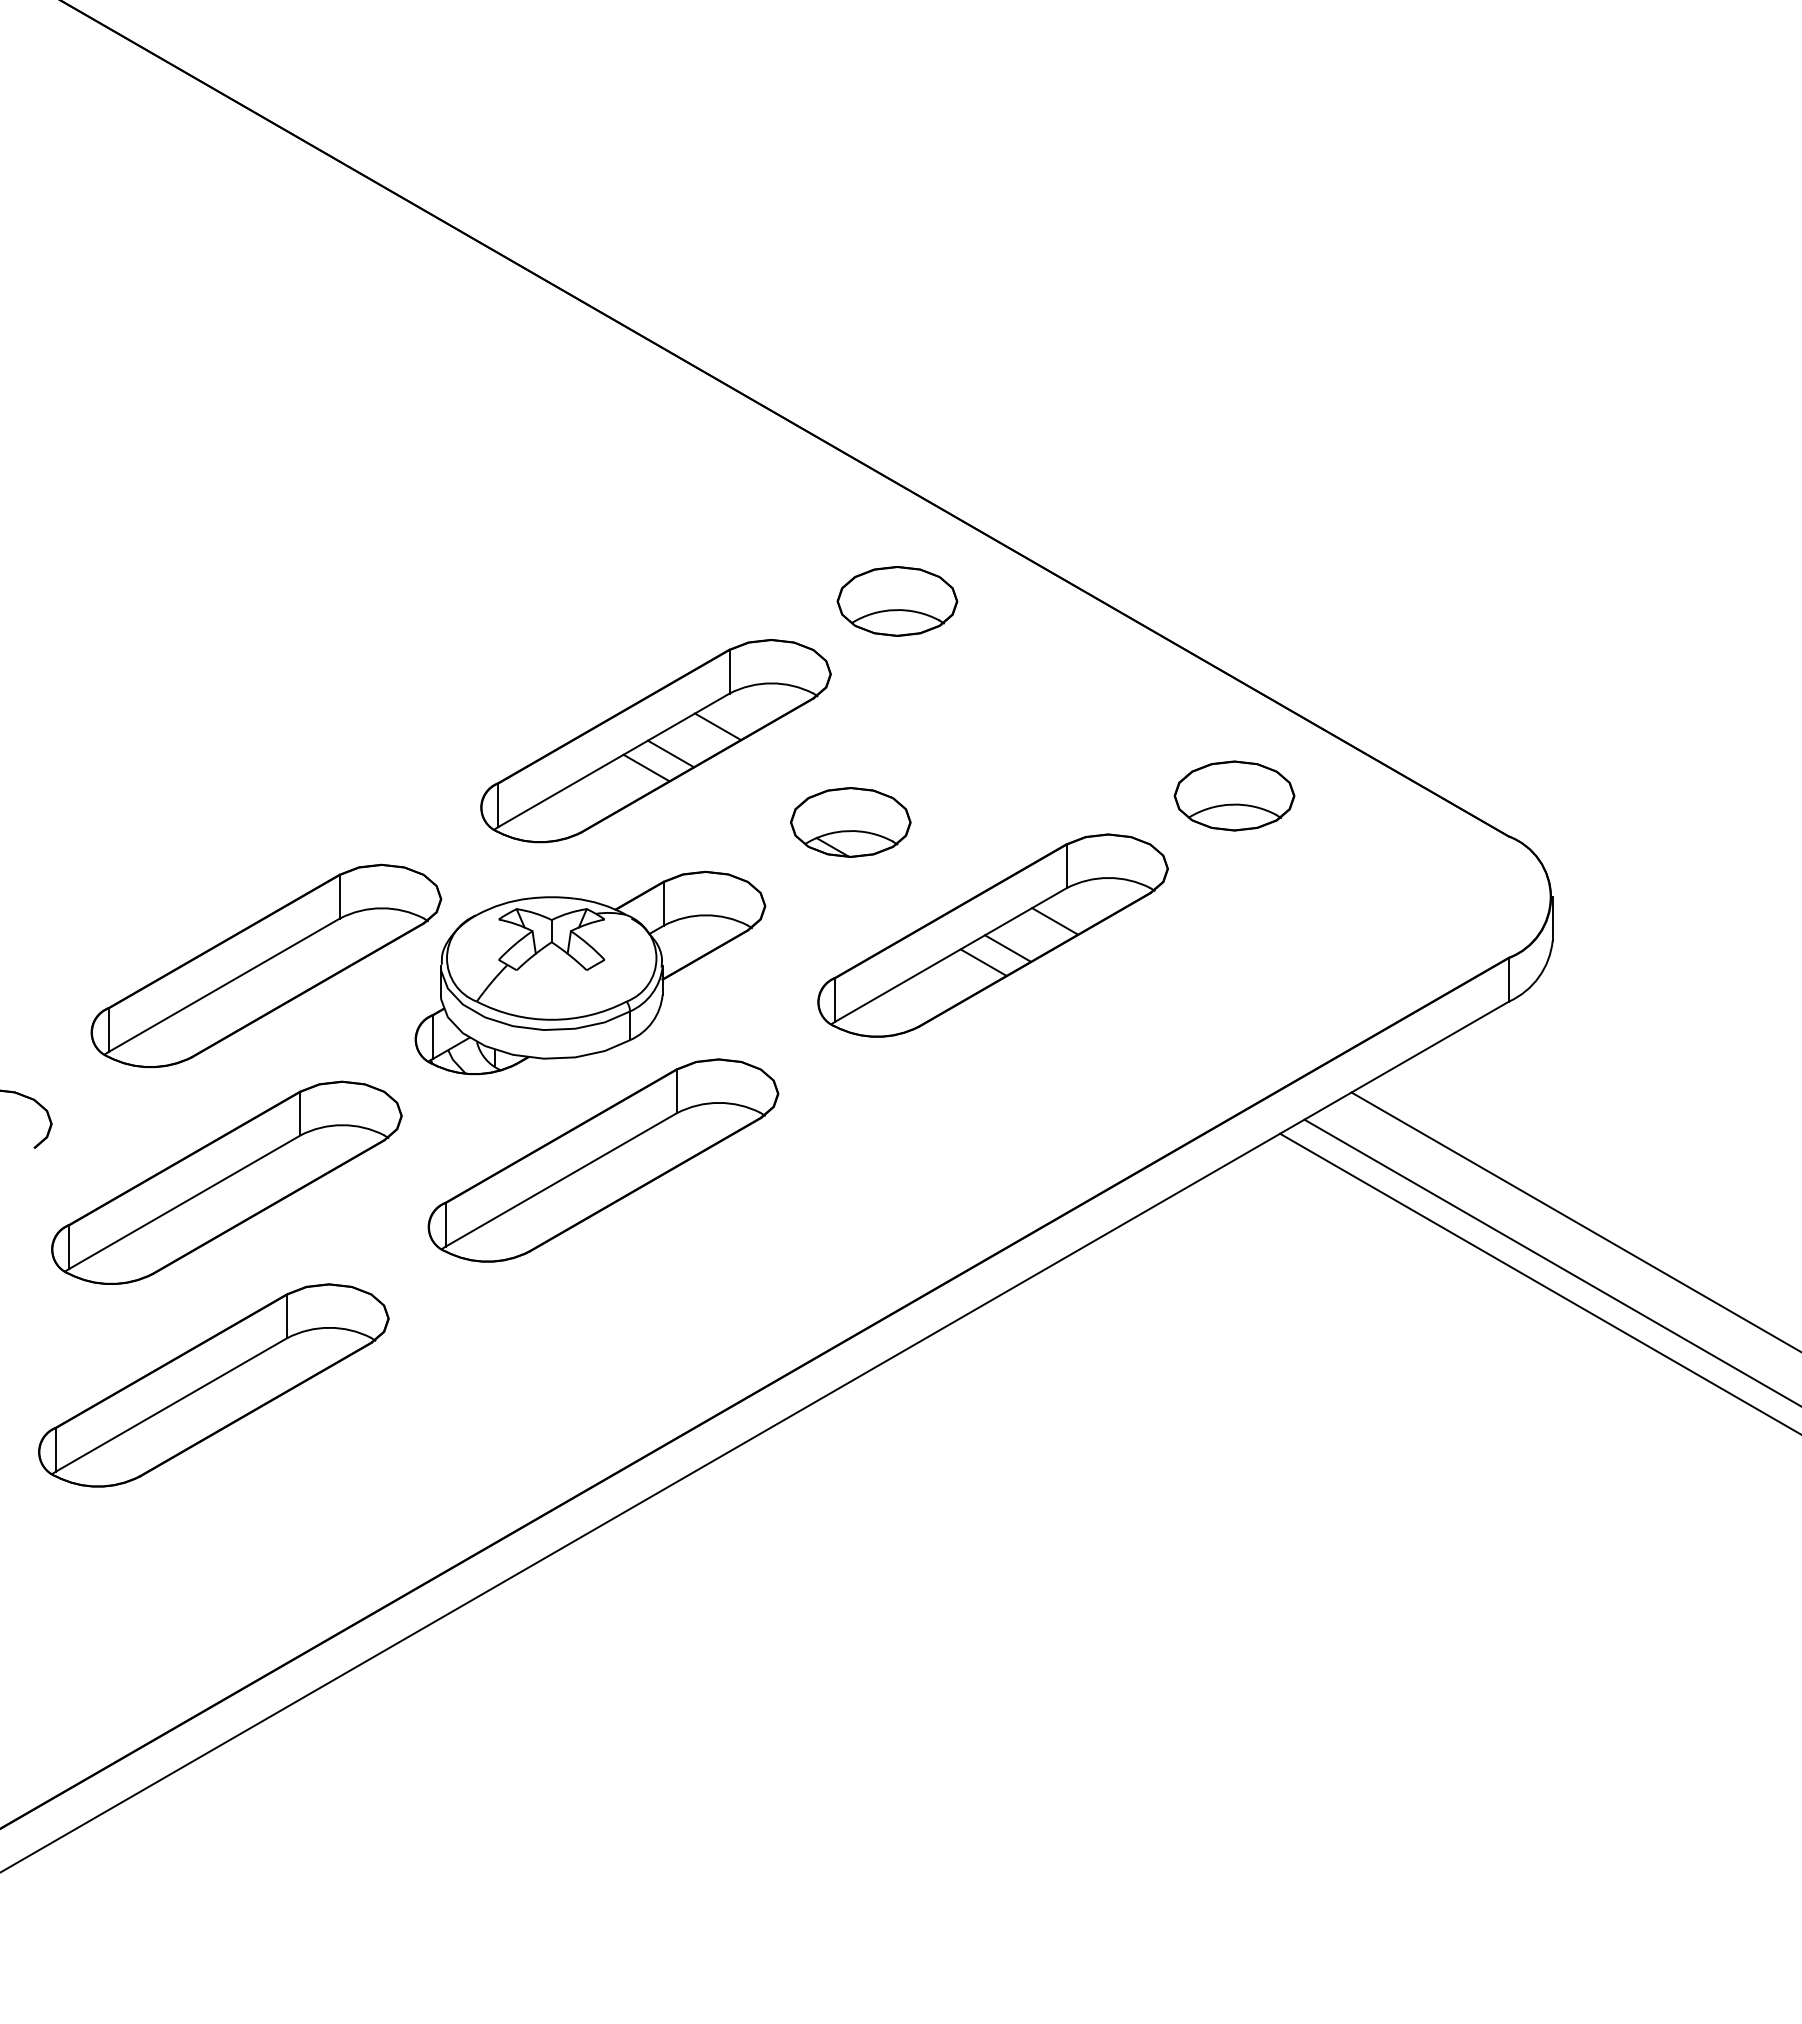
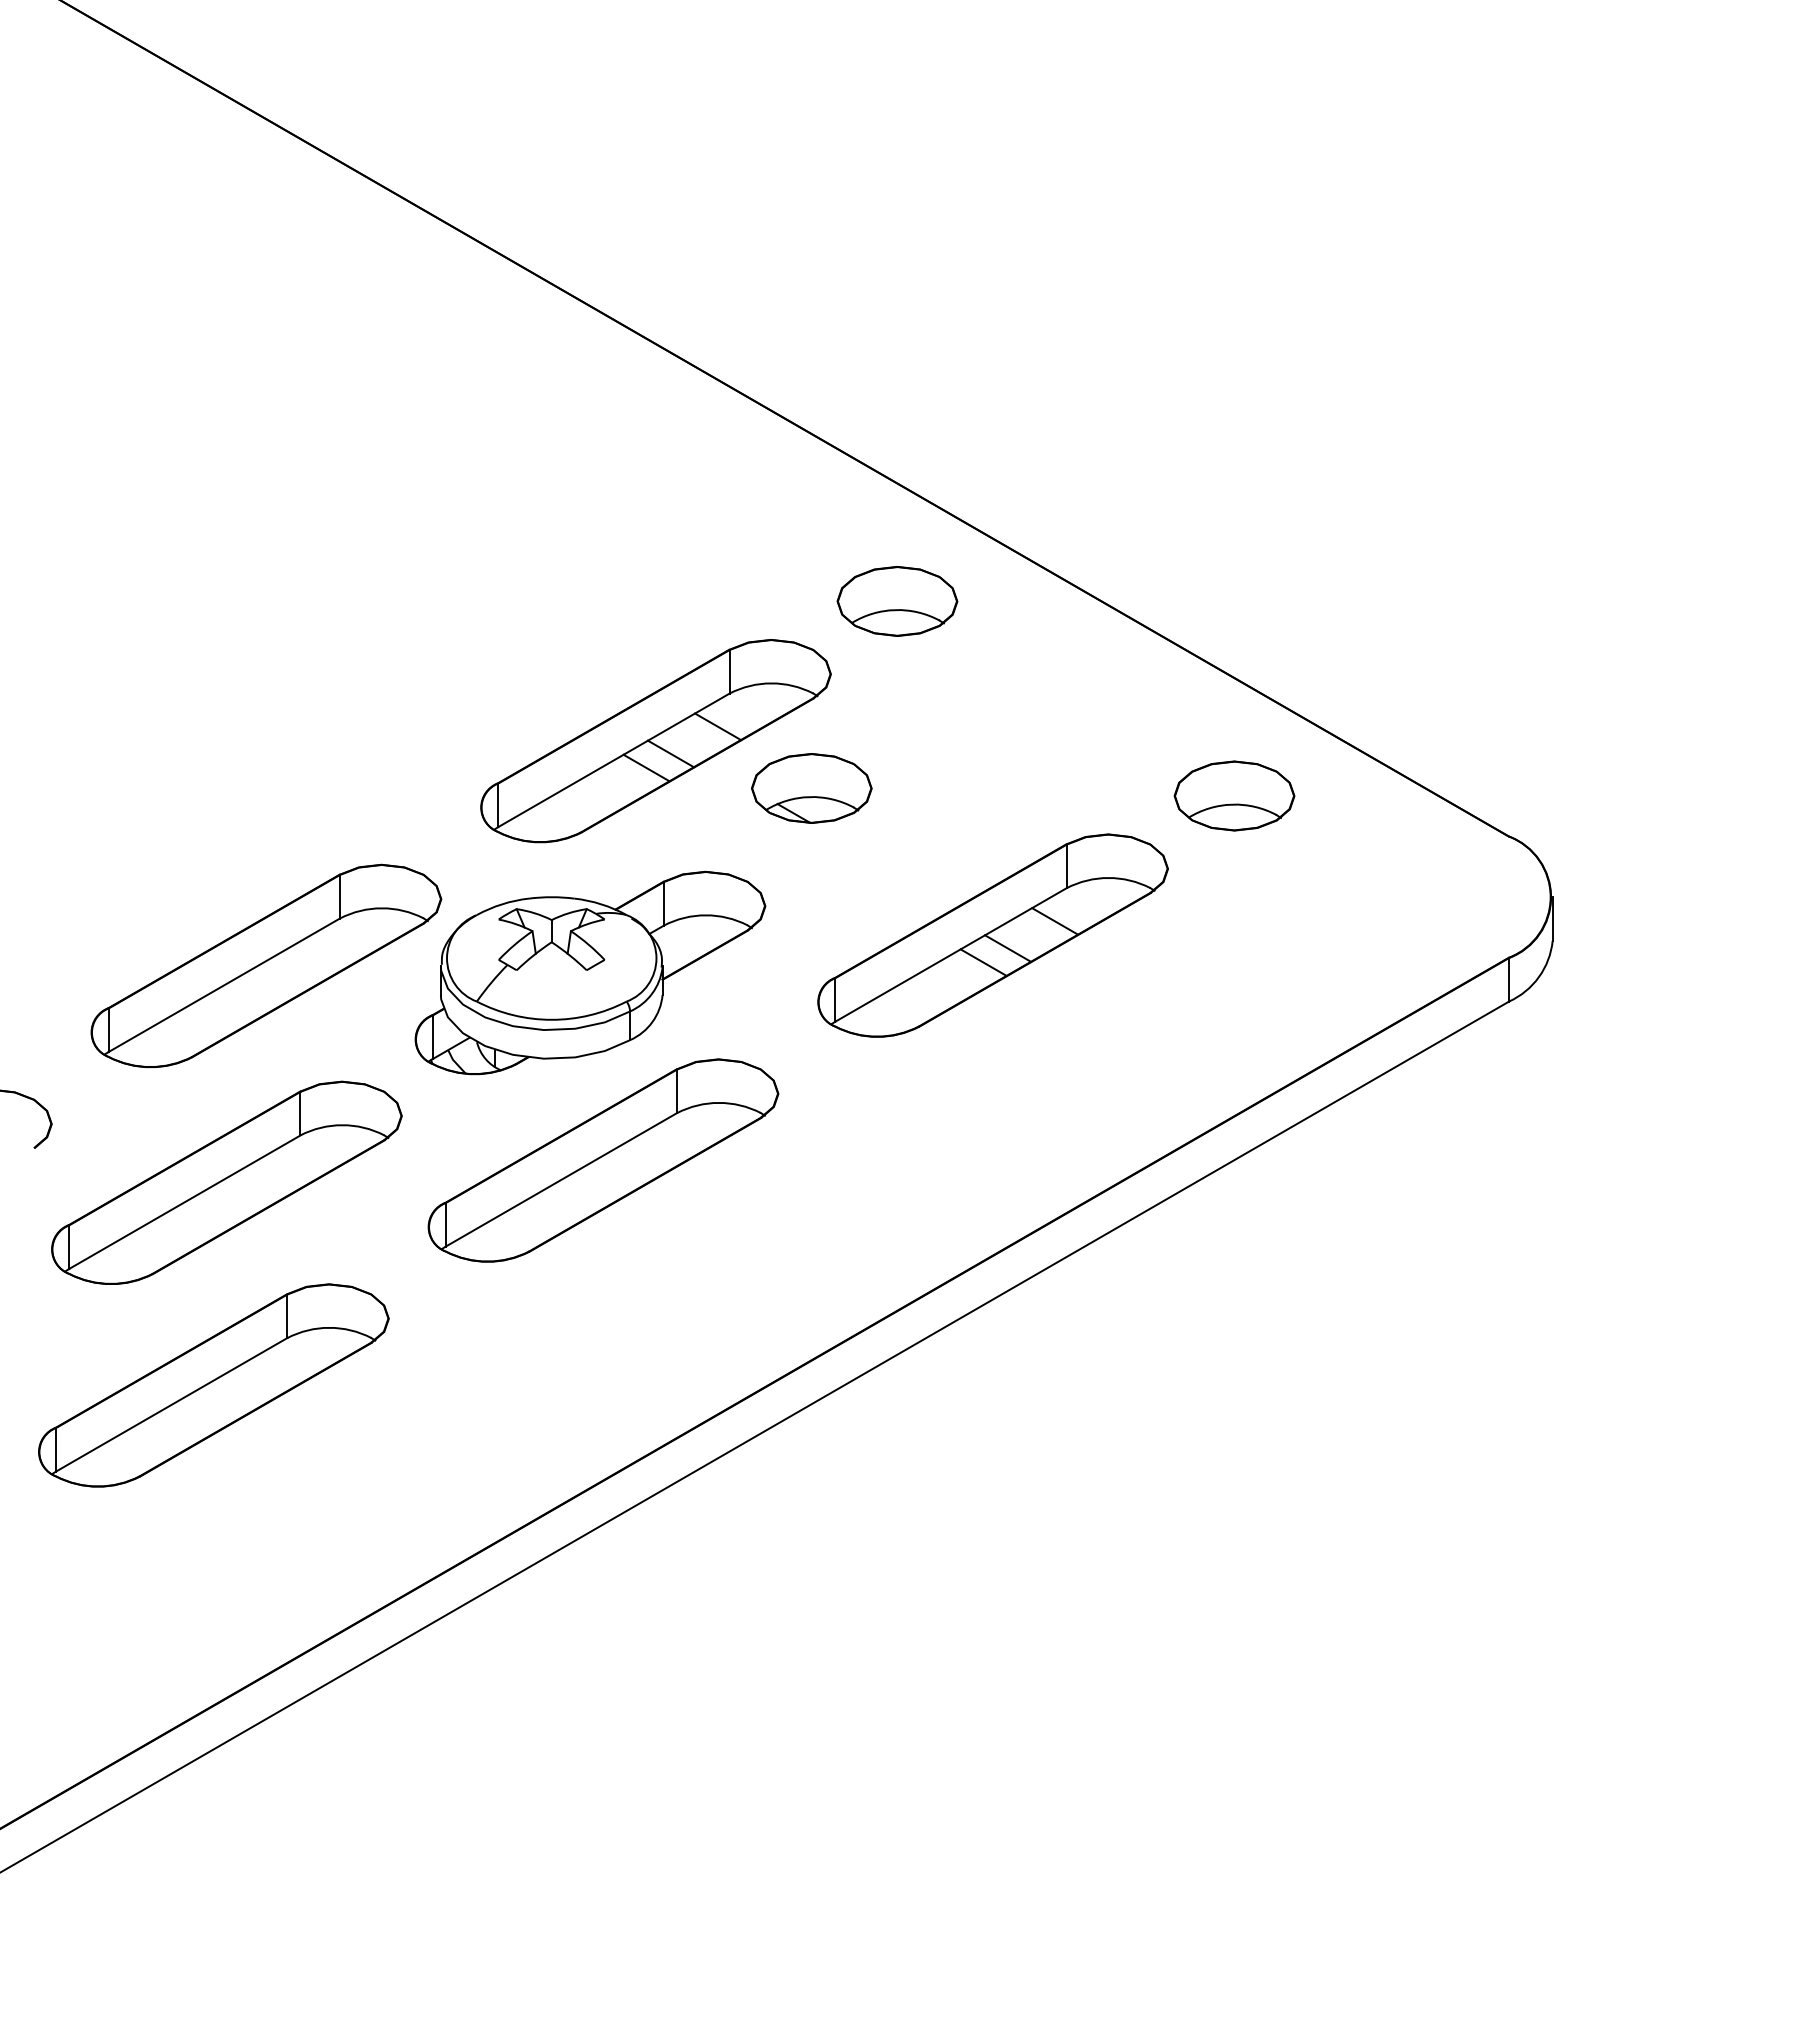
part at (850, 822) position: (850, 822) -> (811, 788)
line at (1574, 1221): present -> none
line at (1551, 1261): present -> none
line at (1539, 1283): present -> none
